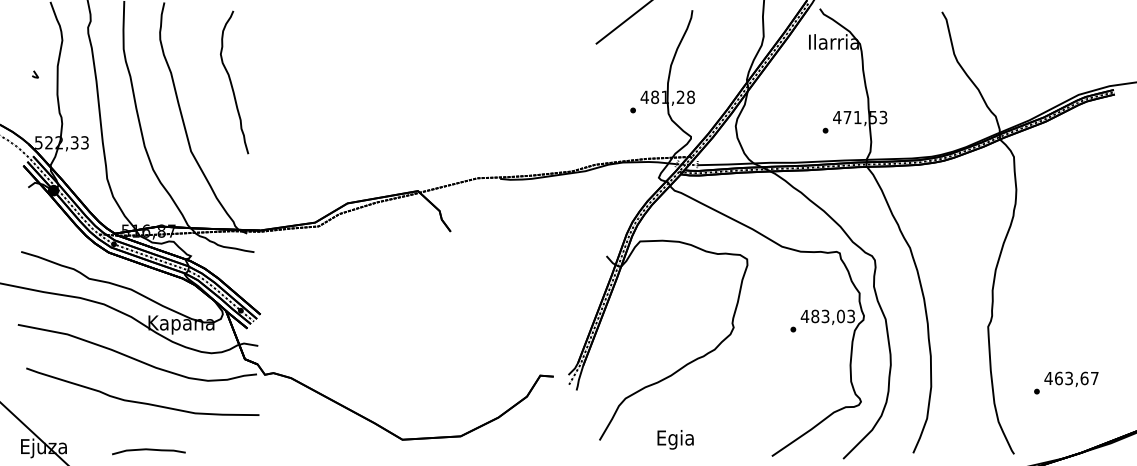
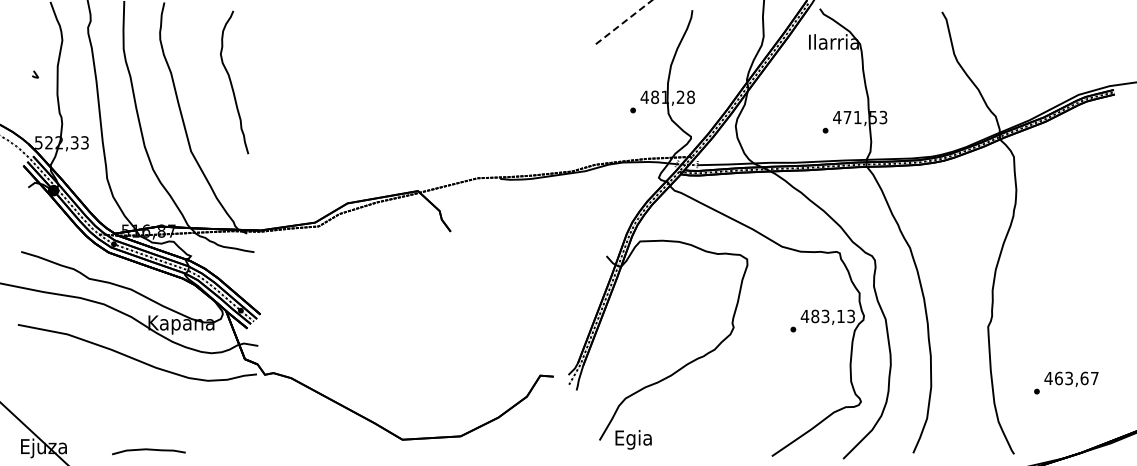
line at (624, 22): solid -> dashed
text at (840, 316): 483,03 -> 483,13
curve at (139, 401): present -> none
text at (675, 439) position: (675, 439) -> (633, 439)
